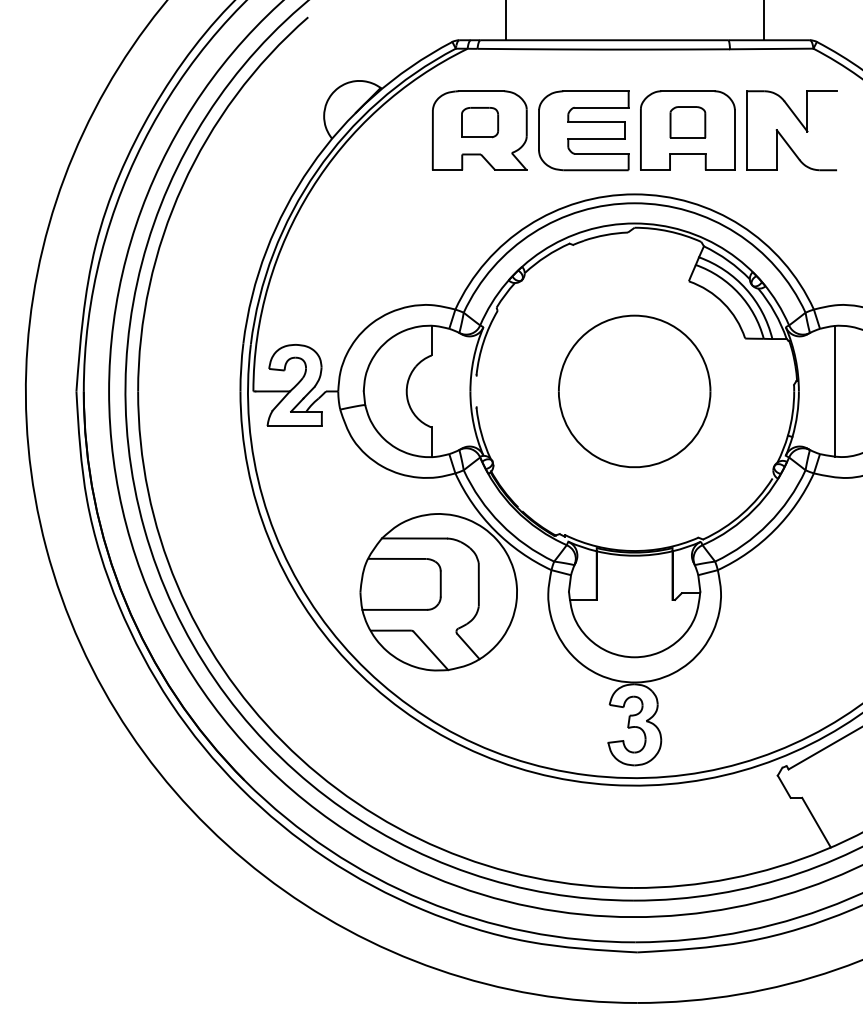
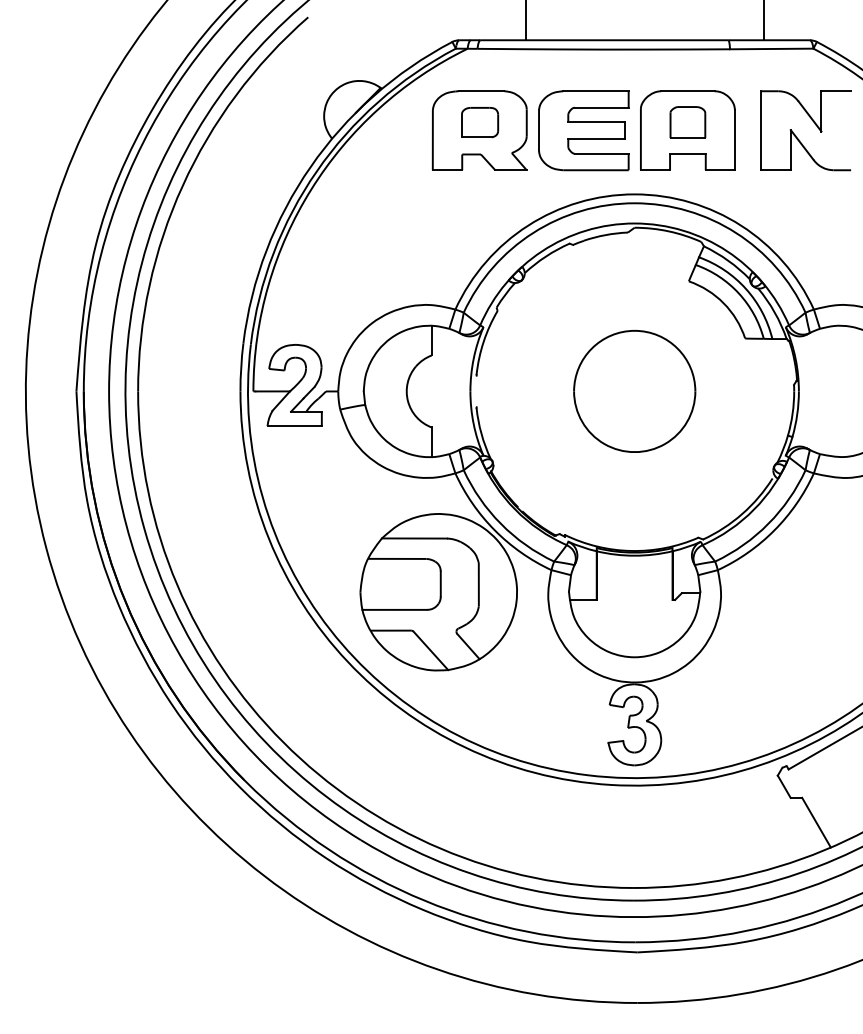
line at (505, 21) position: (505, 21) -> (525, 21)
part at (782, 135) position: (782, 135) -> (796, 135)
part at (634, 391) size: 154x155 px -> 124x123 px
line at (835, 391): present -> none
